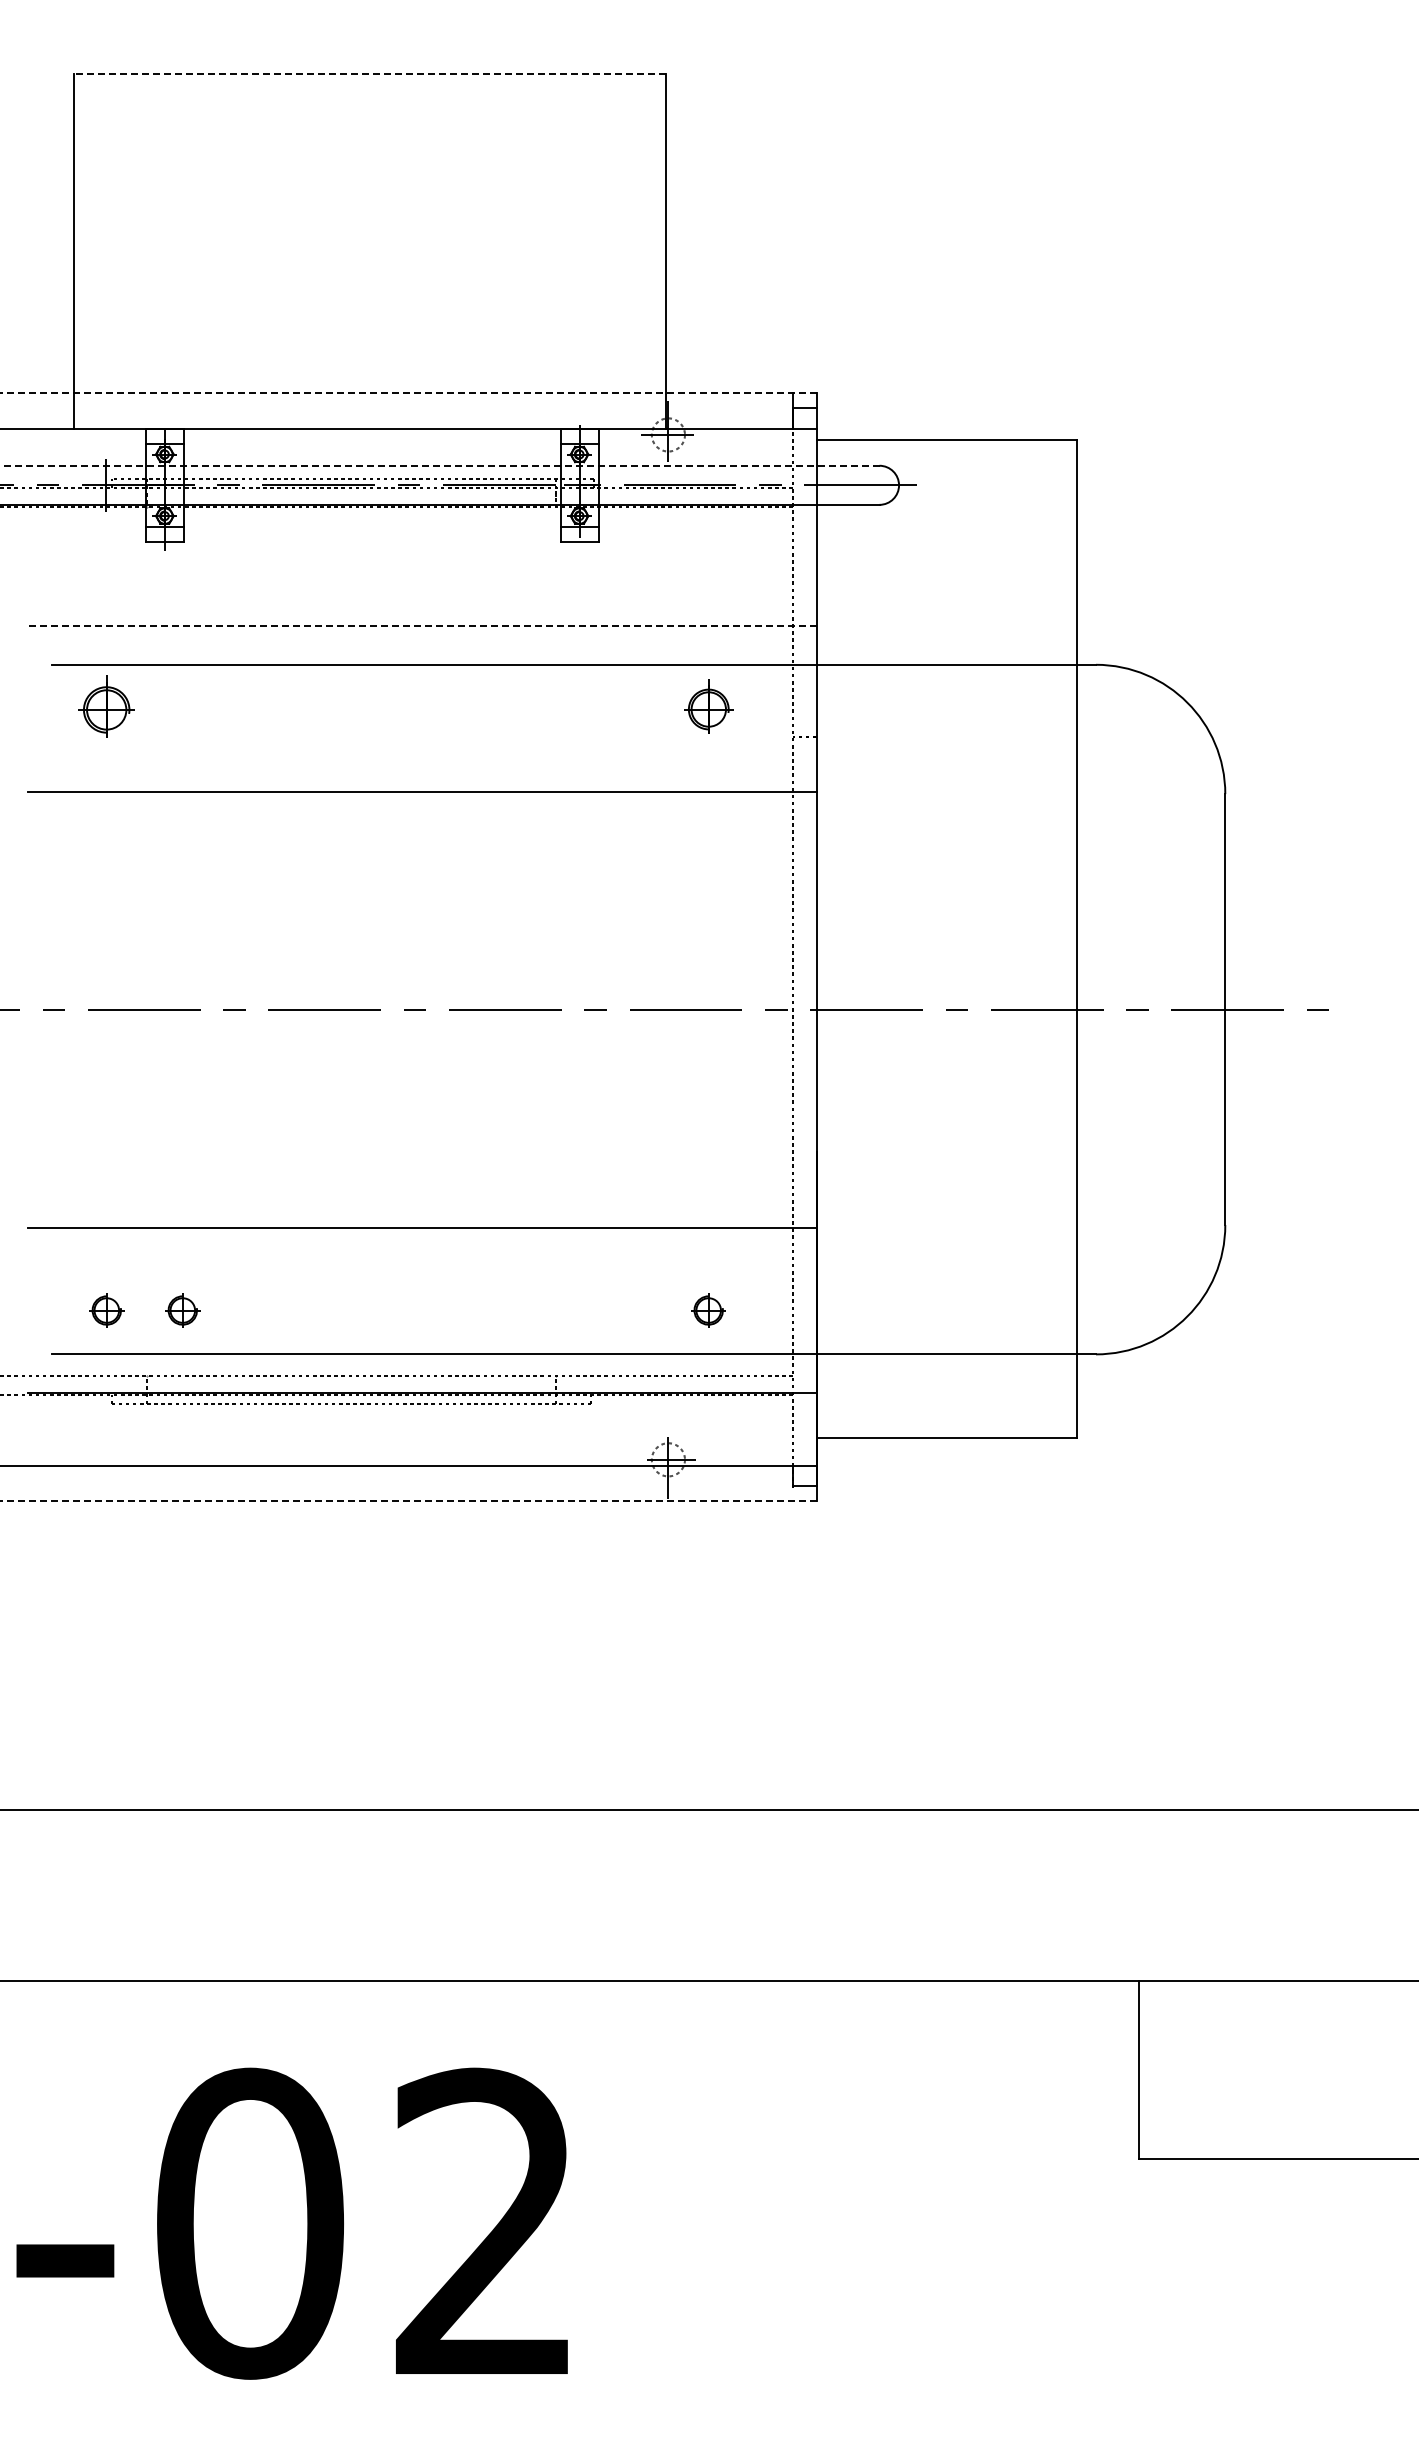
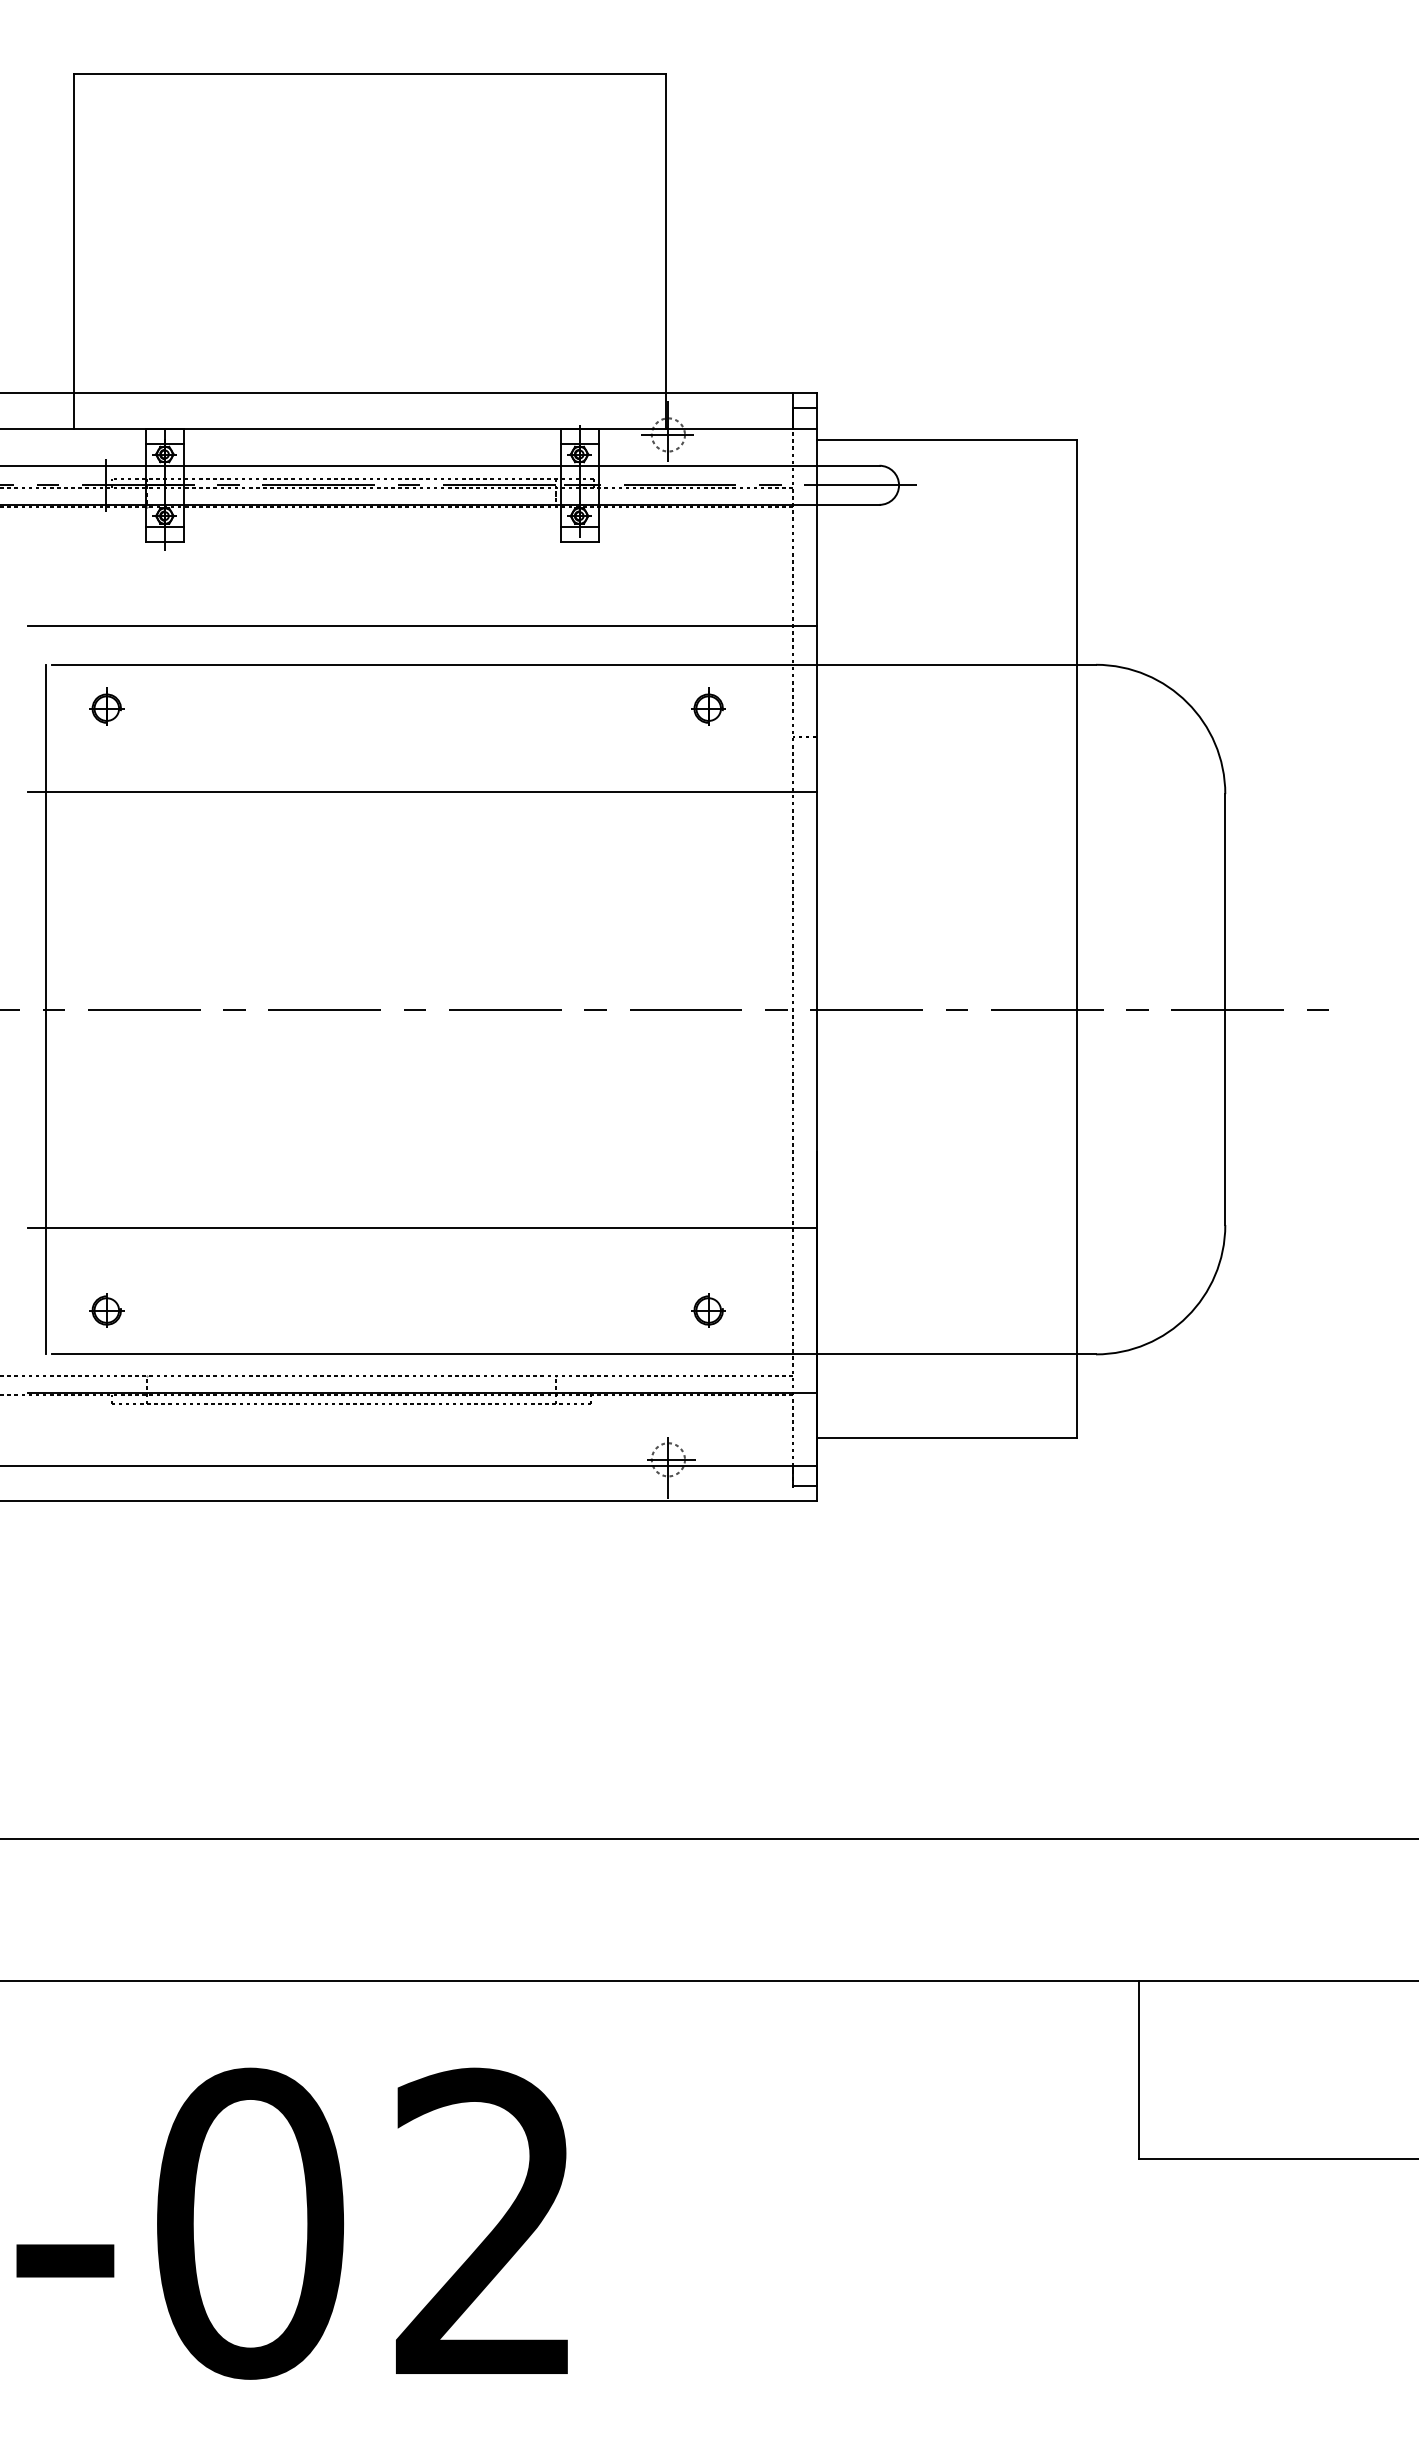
line at (369, 73): dashed -> solid
line at (408, 393): dashed -> solid
line at (439, 465): dashed -> solid
line at (421, 625): dashed -> solid
part at (106, 706) size: 57x63 px -> 36x39 px
part at (708, 706) size: 50x55 px -> 35x39 px
line at (45, 1009): none -> present
part at (182, 1310): present -> none
line at (408, 1501): dashed -> solid
line at (708, 1809) position: (708, 1809) -> (708, 1838)
